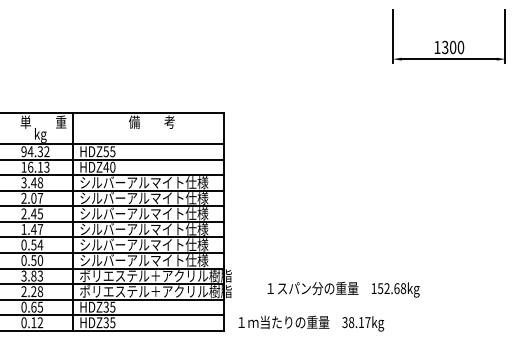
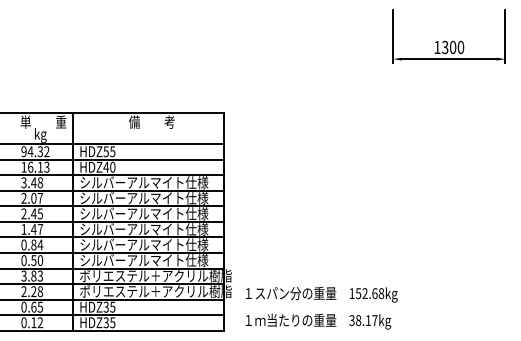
text at (33, 244): 0.54 -> 0.84
text at (343, 289) position: (343, 289) -> (321, 294)
text at (311, 323) position: (311, 323) -> (318, 321)
